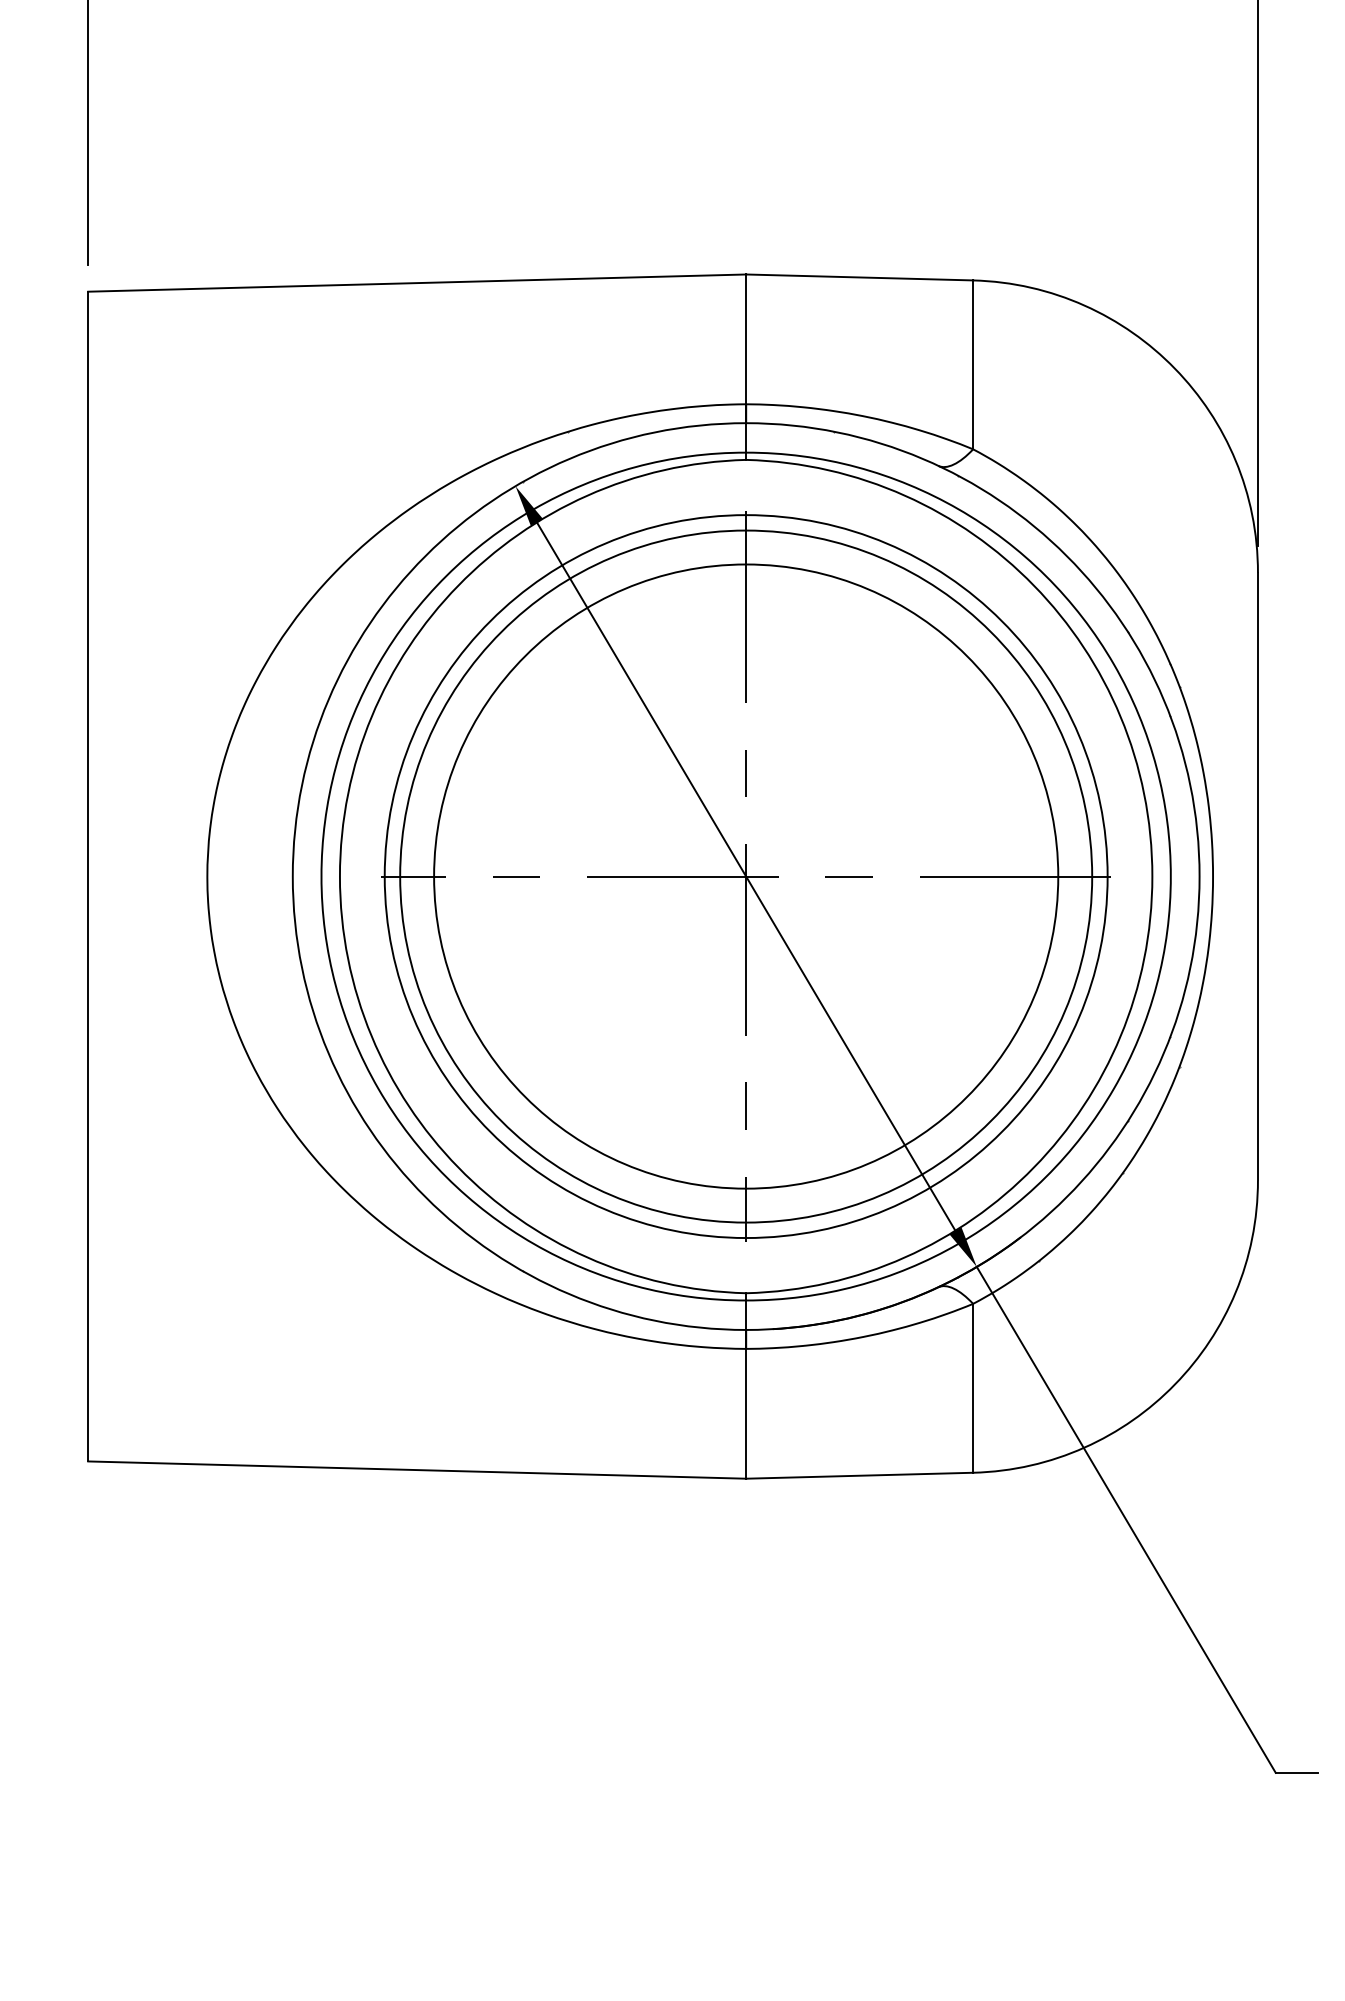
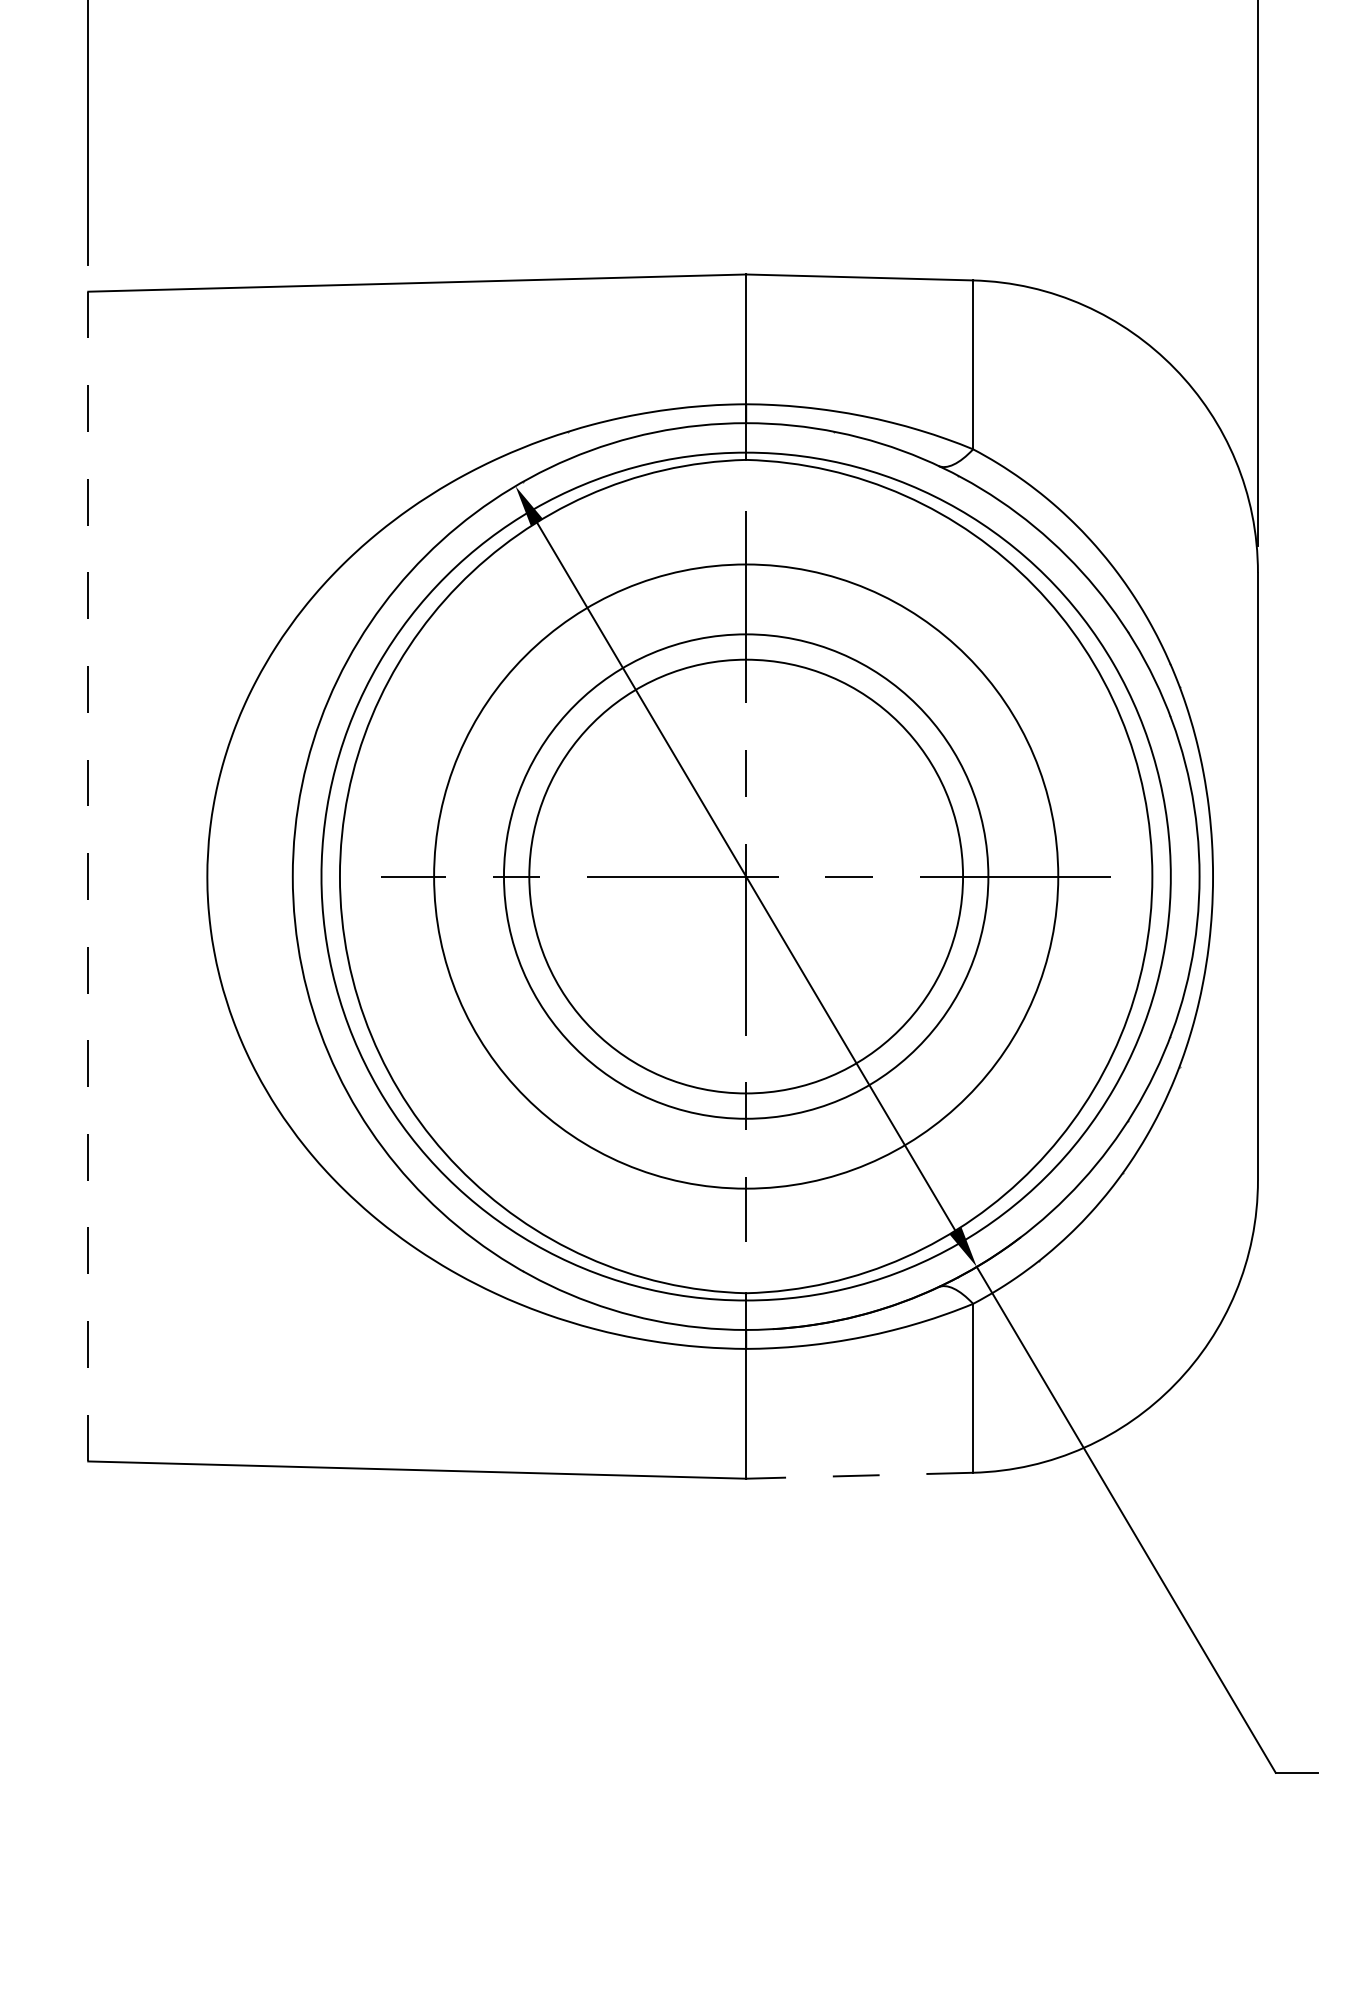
line at (88, 876): solid -> dashed
circle at (745, 876) diameter: 723 px -> 434 px
circle at (746, 876) diameter: 692 px -> 484 px
line at (859, 1475): solid -> dashed
